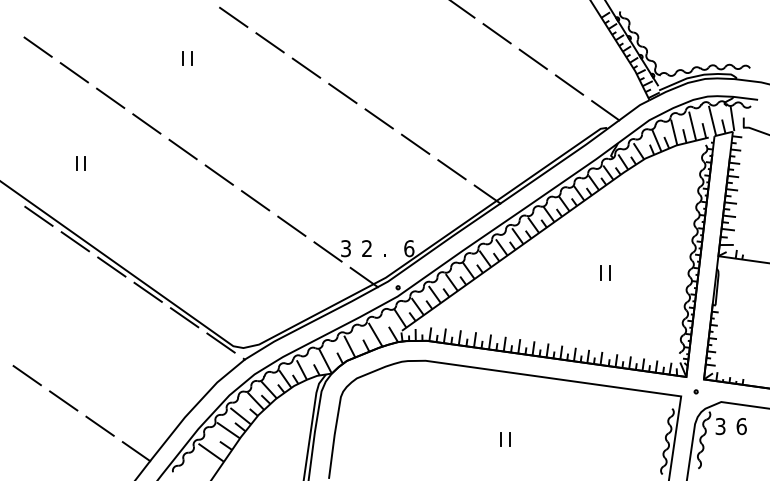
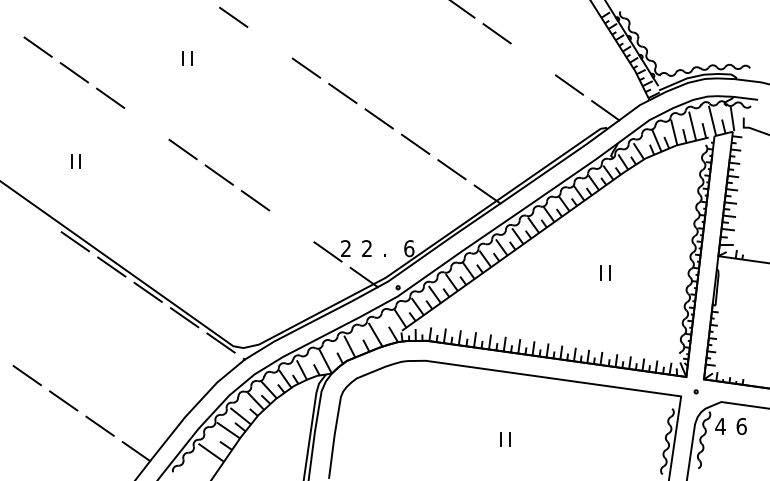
line at (269, 42): present -> none
line at (532, 59): present -> none
line at (146, 123): present -> none
part at (80, 163) position: (80, 163) -> (75, 161)
line at (38, 215): present -> none
line at (291, 225): present -> none
text at (345, 248): 3 -> 2
text at (720, 426): 3 -> 4
